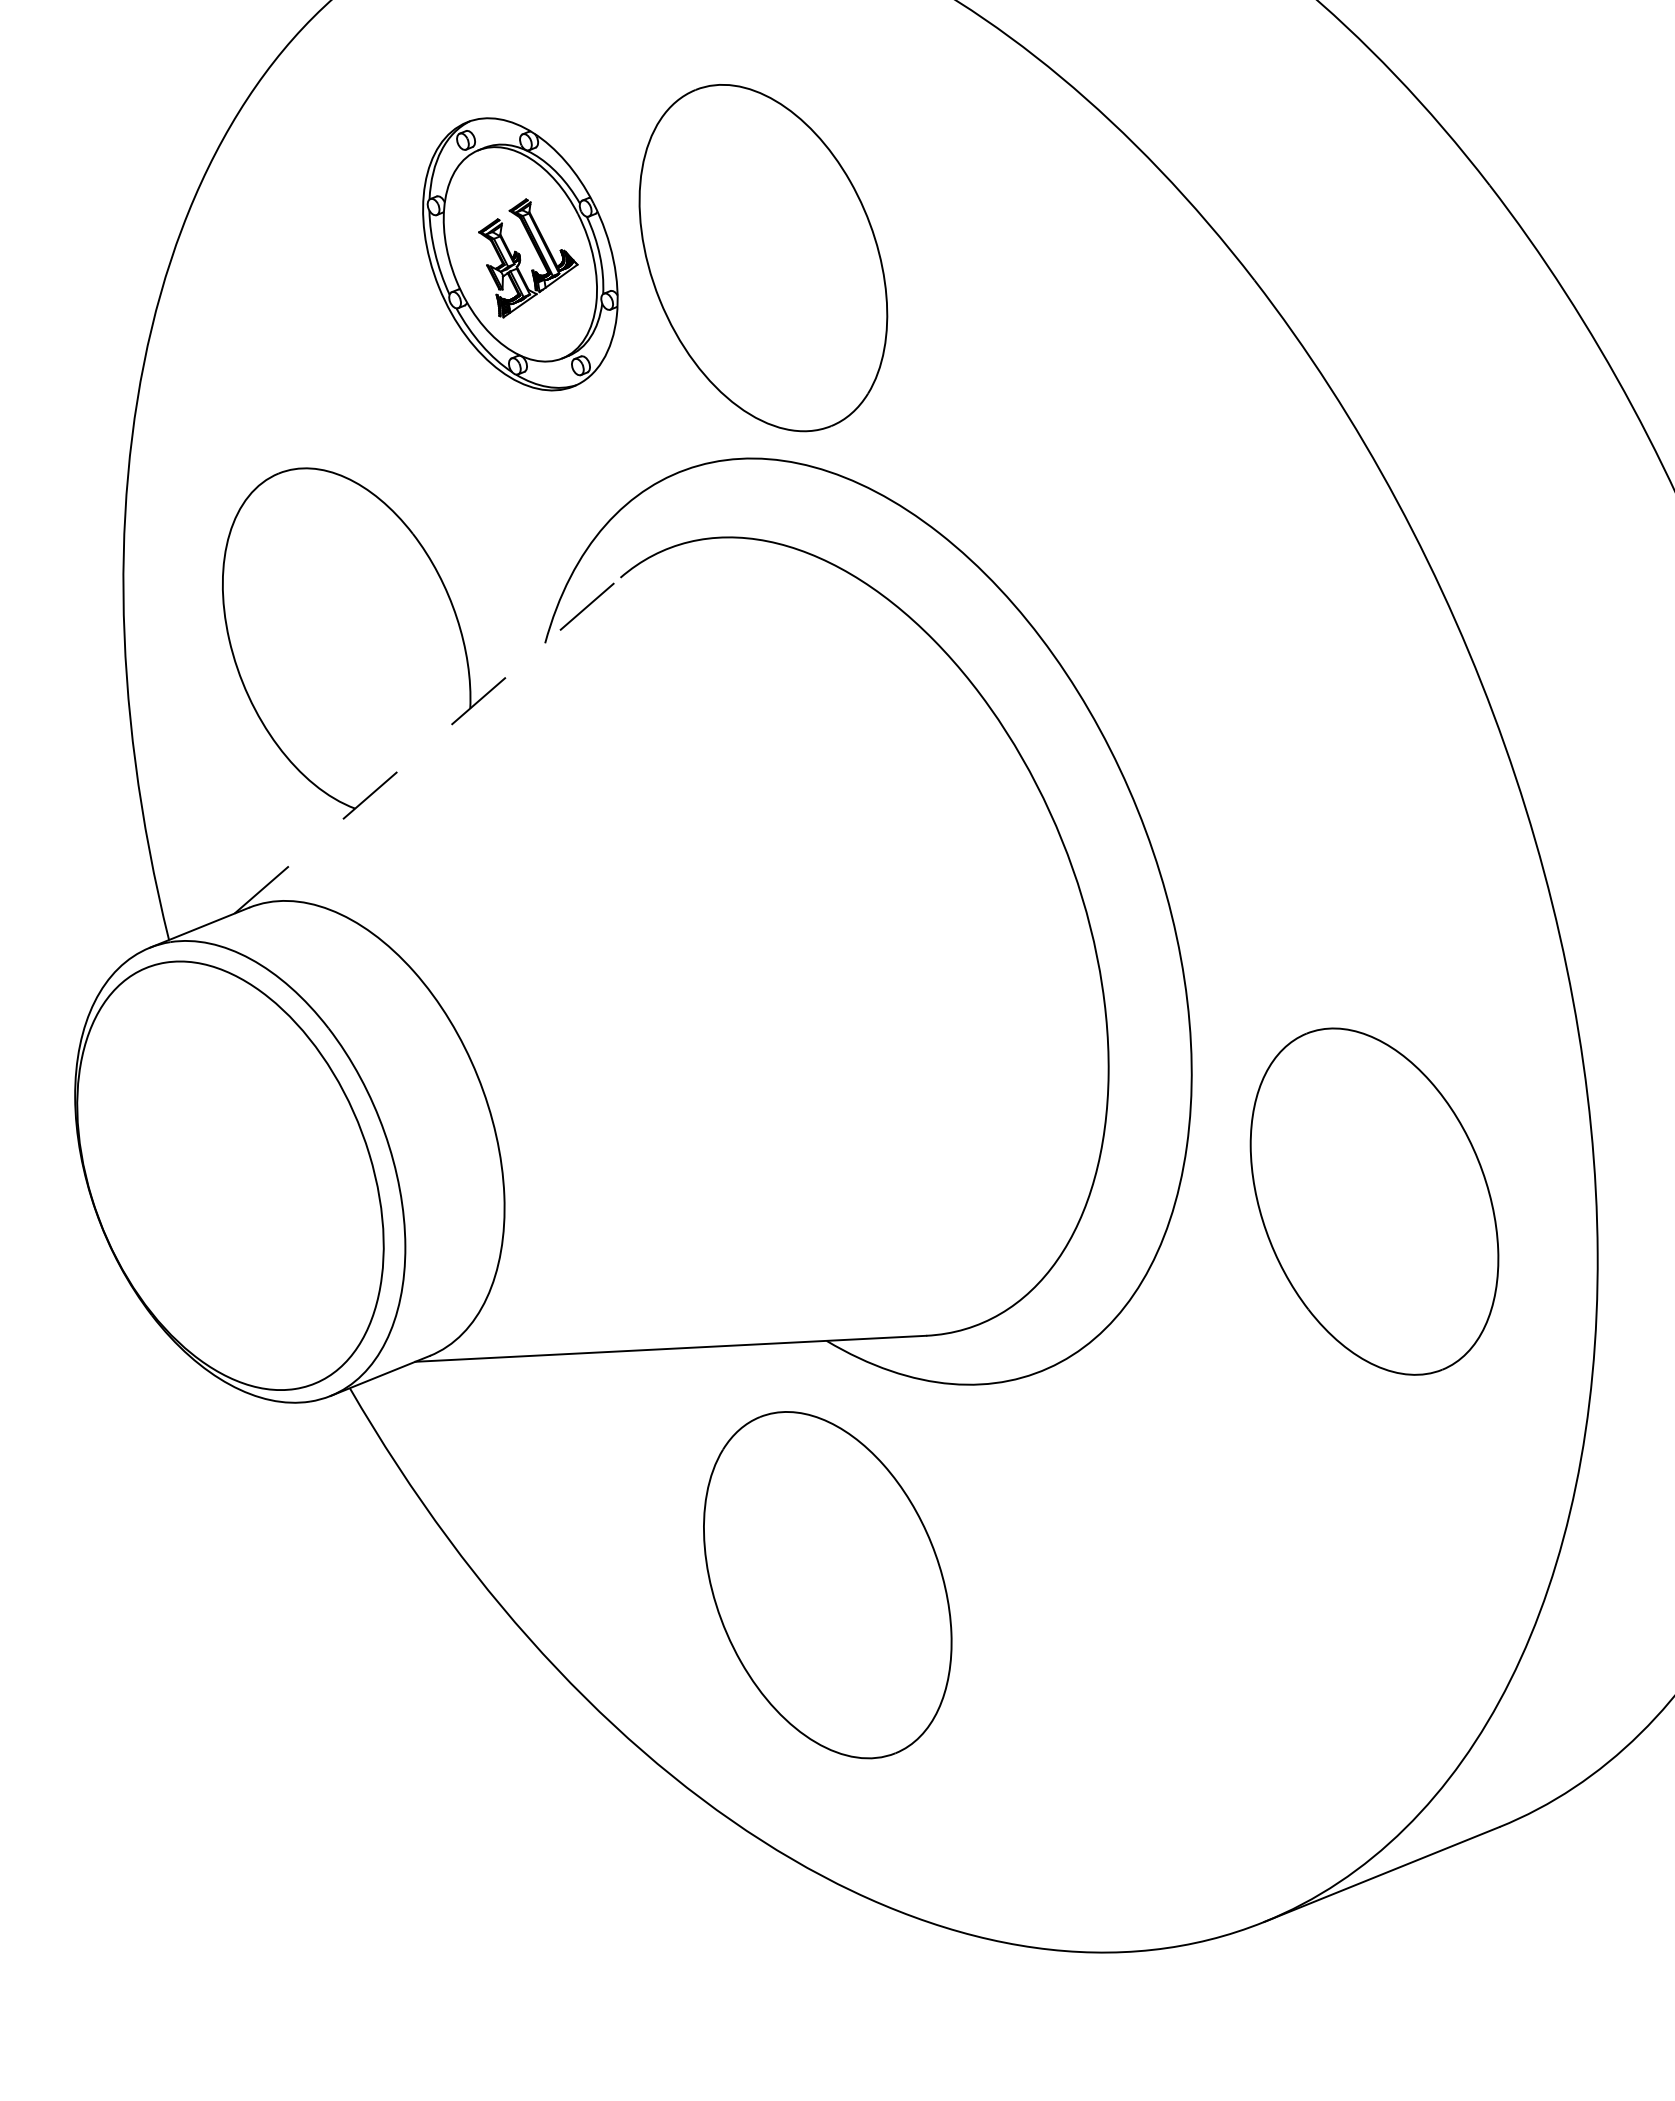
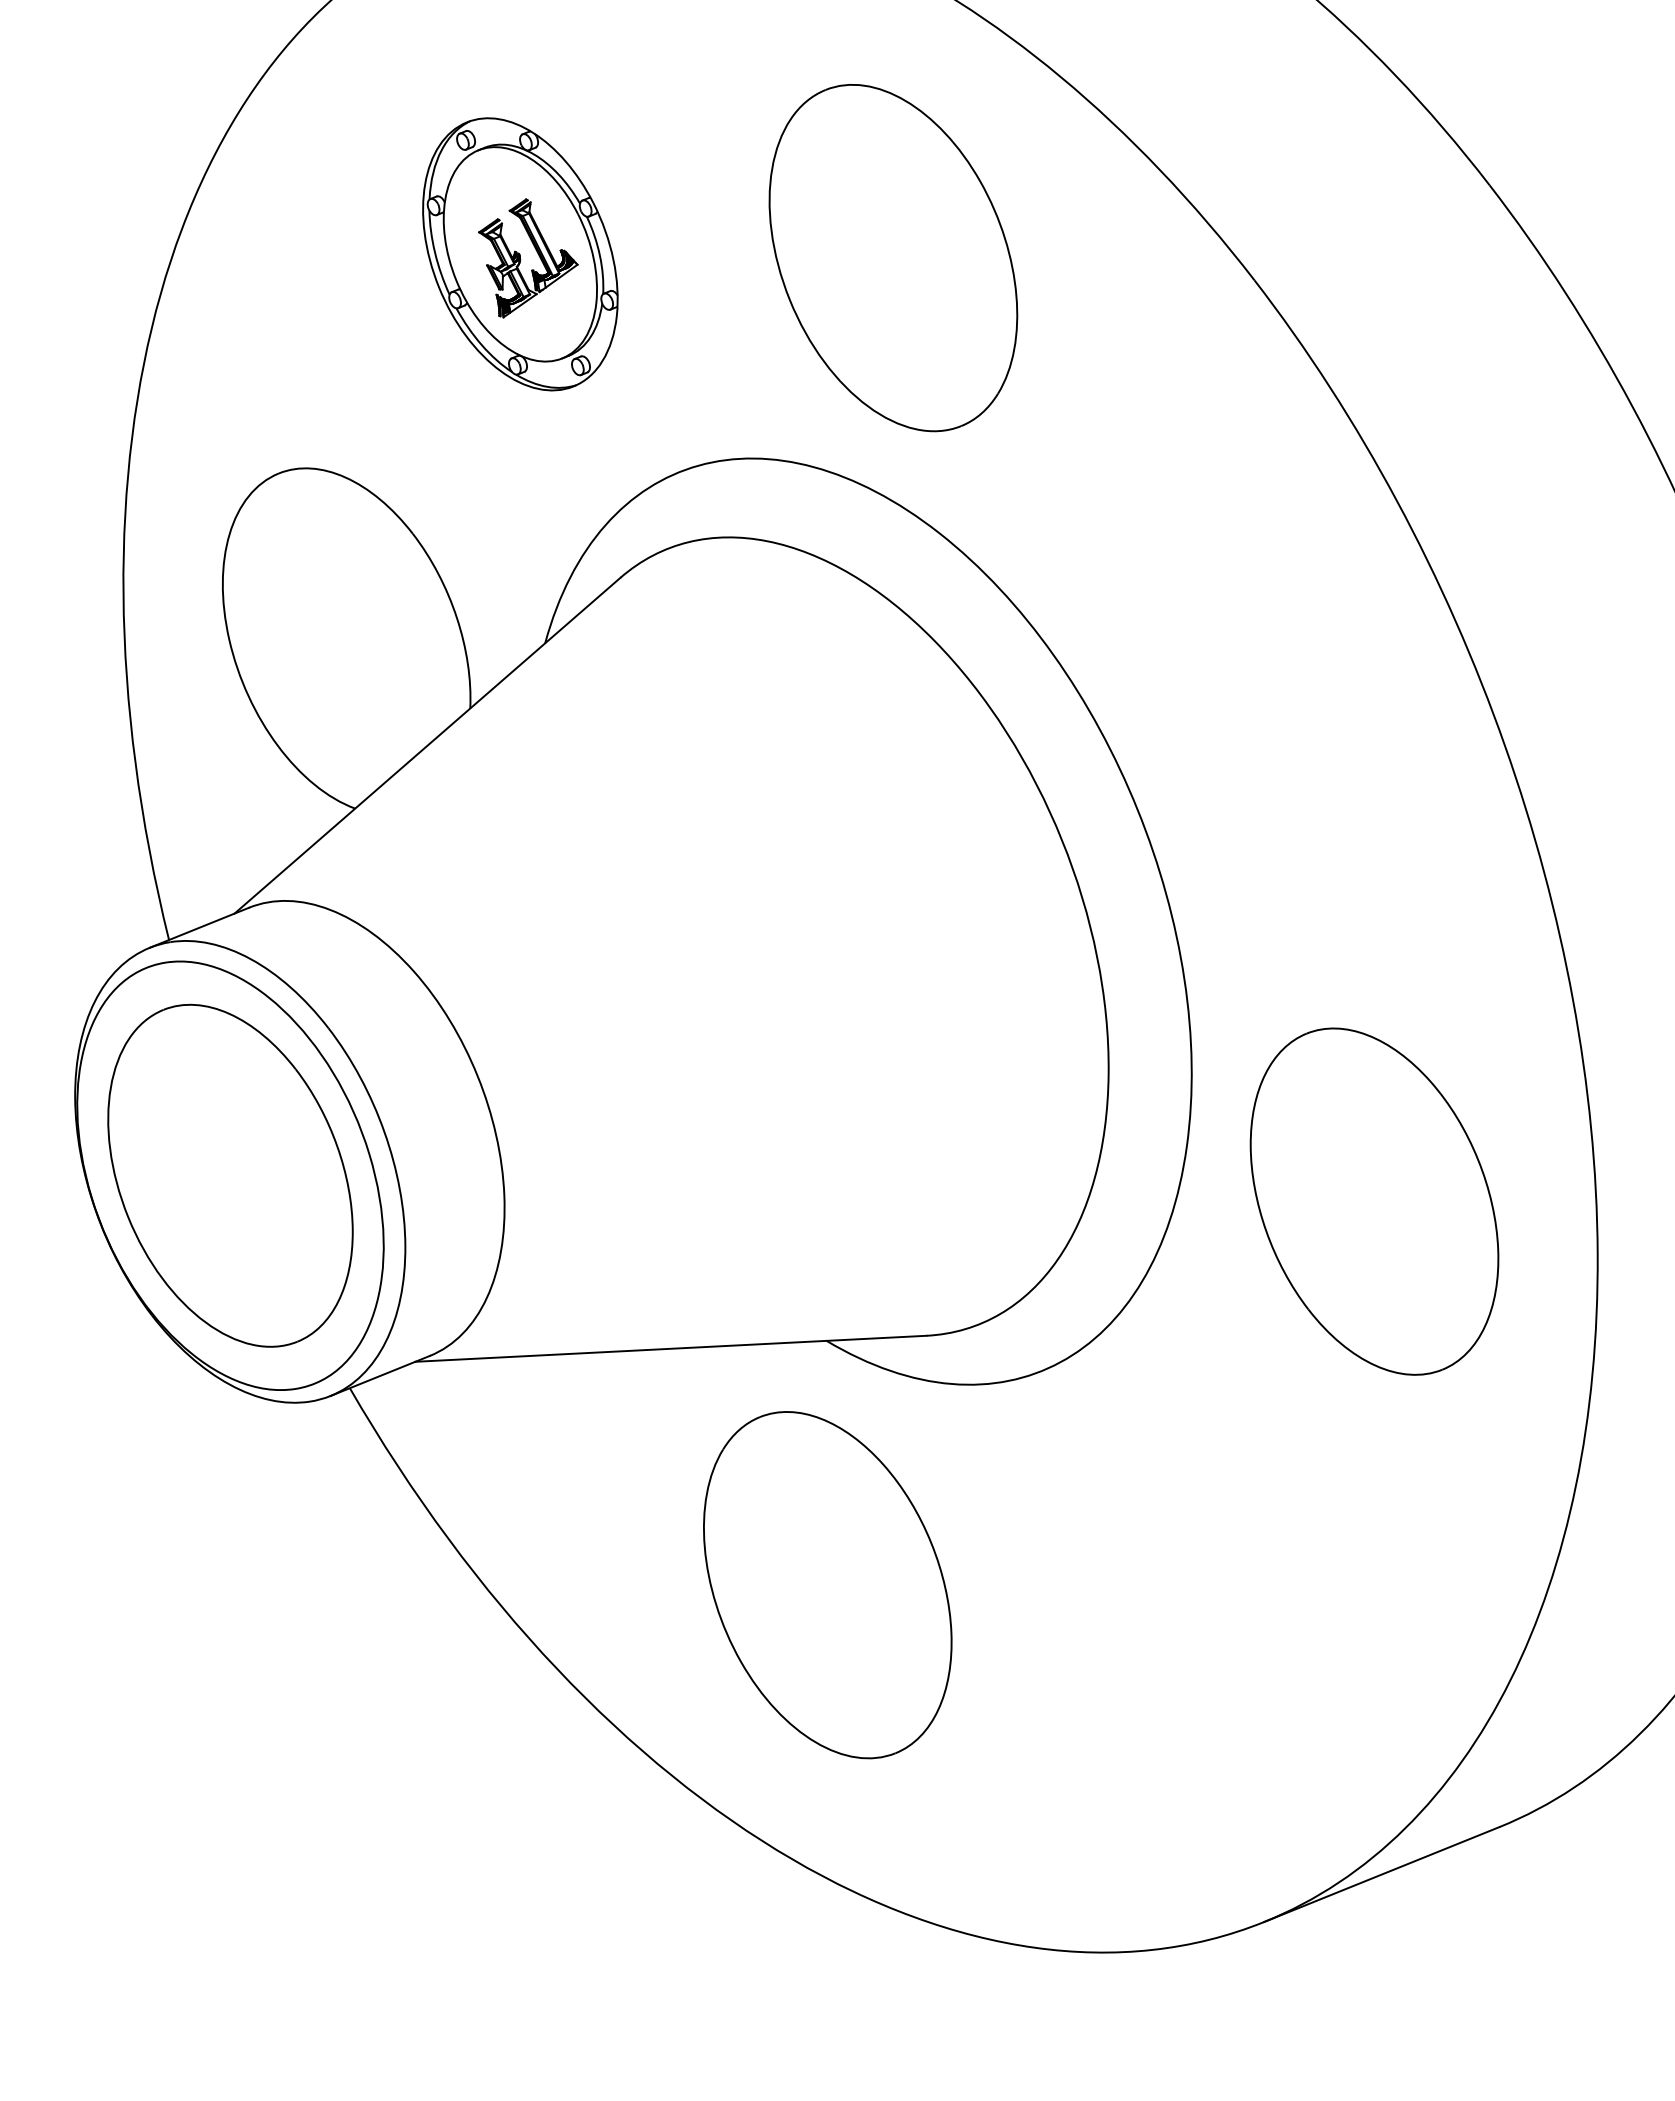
part at (763, 258) position: (763, 258) -> (893, 258)
line at (427, 745): dashed -> solid
part at (230, 1175): none -> present
